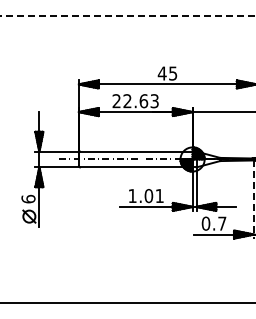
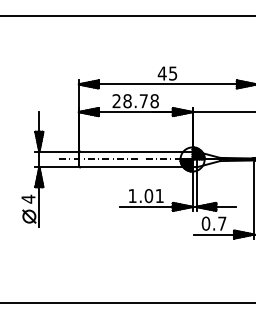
line at (127, 16): dashed -> solid
text at (140, 101): 22.63 -> 28.78
text at (28, 198): 6 -> 4
line at (253, 199): dashed -> solid
